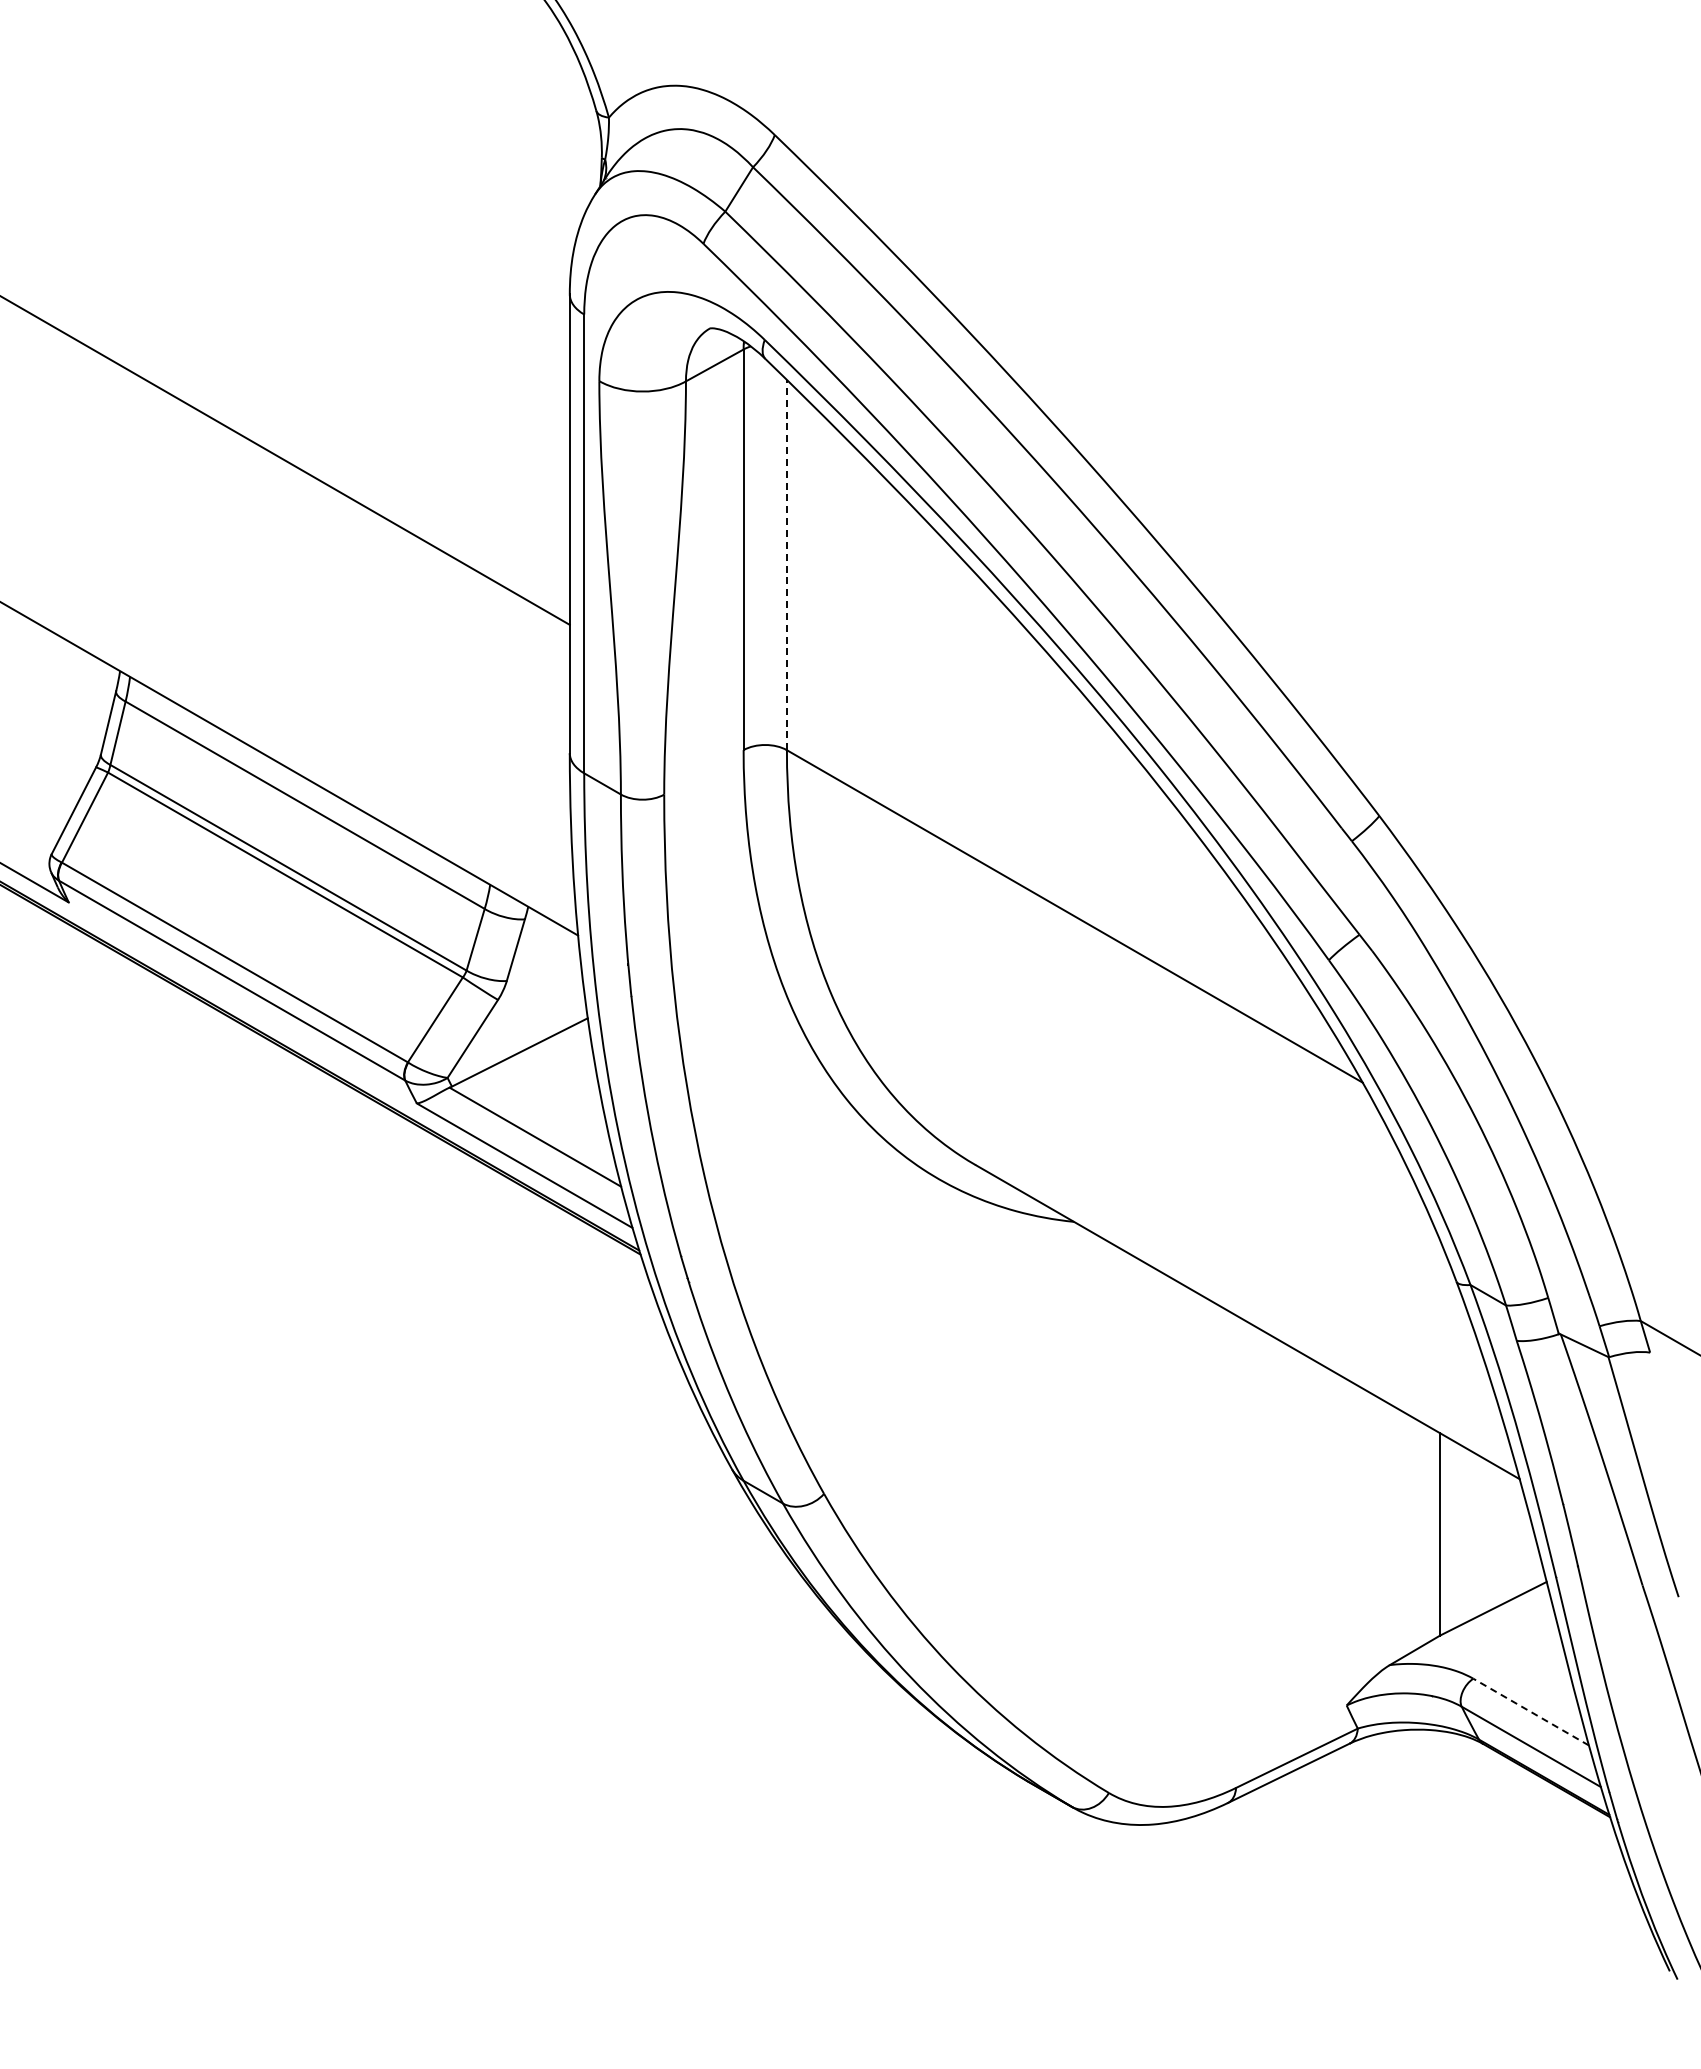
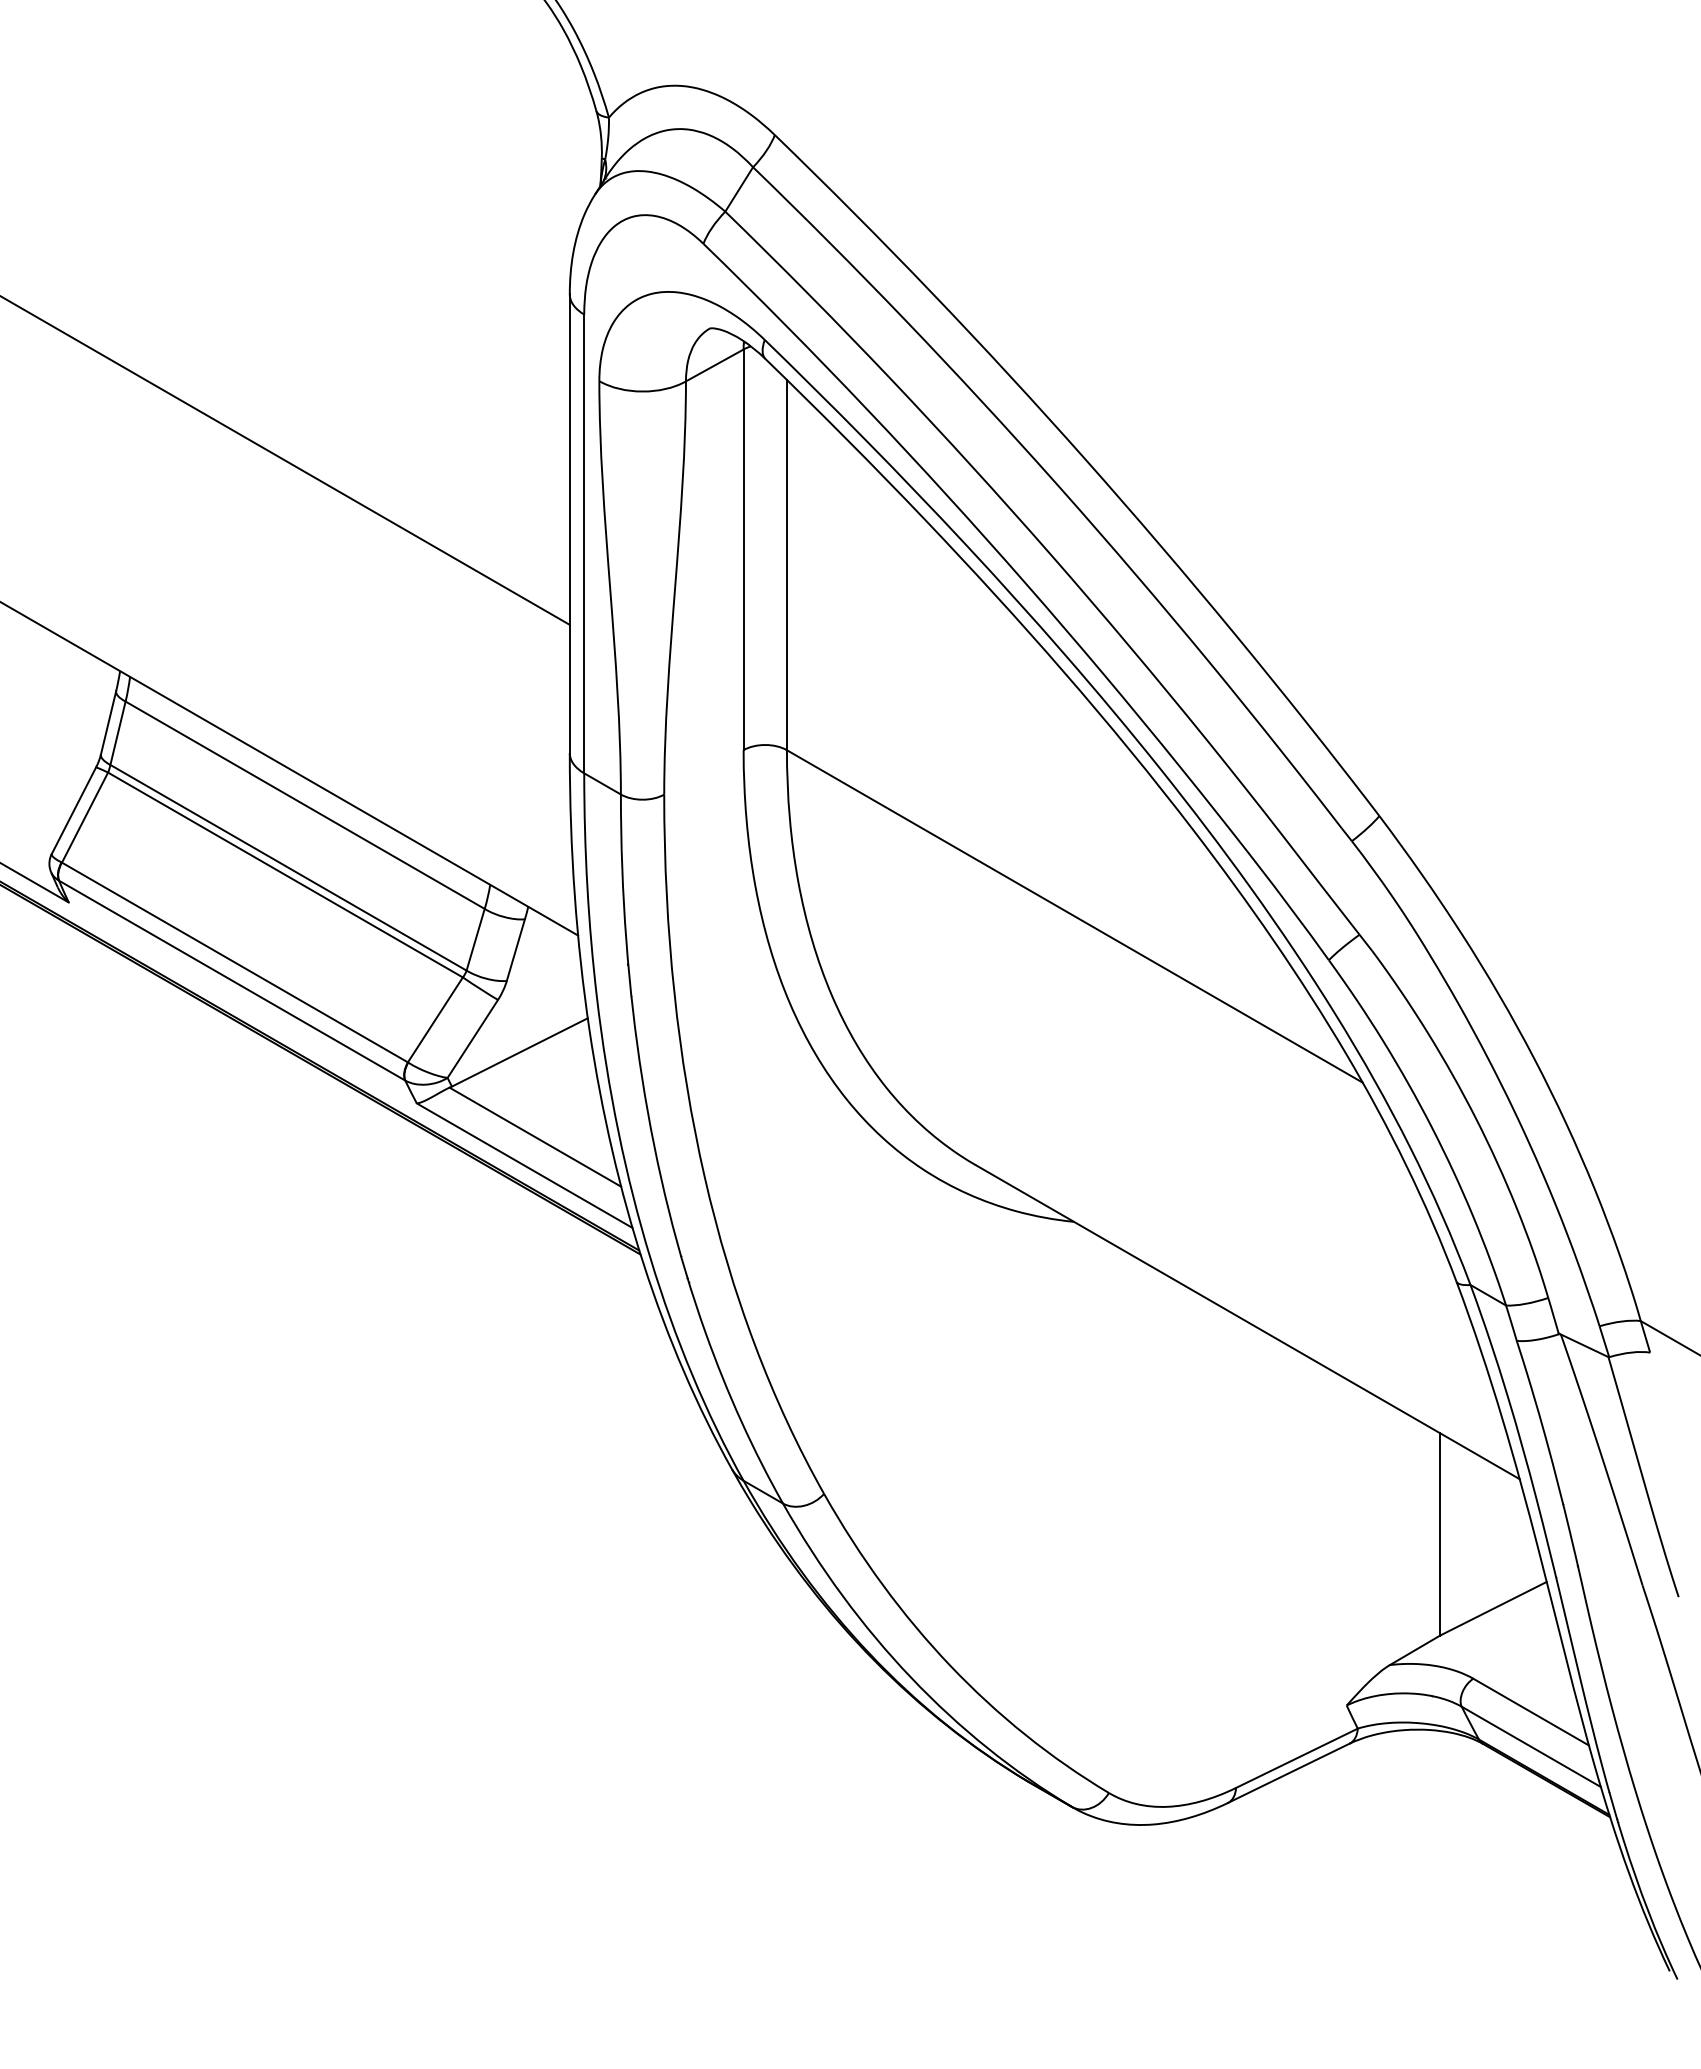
line at (786, 564): dashed -> solid
line at (1531, 1712): dashed -> solid
